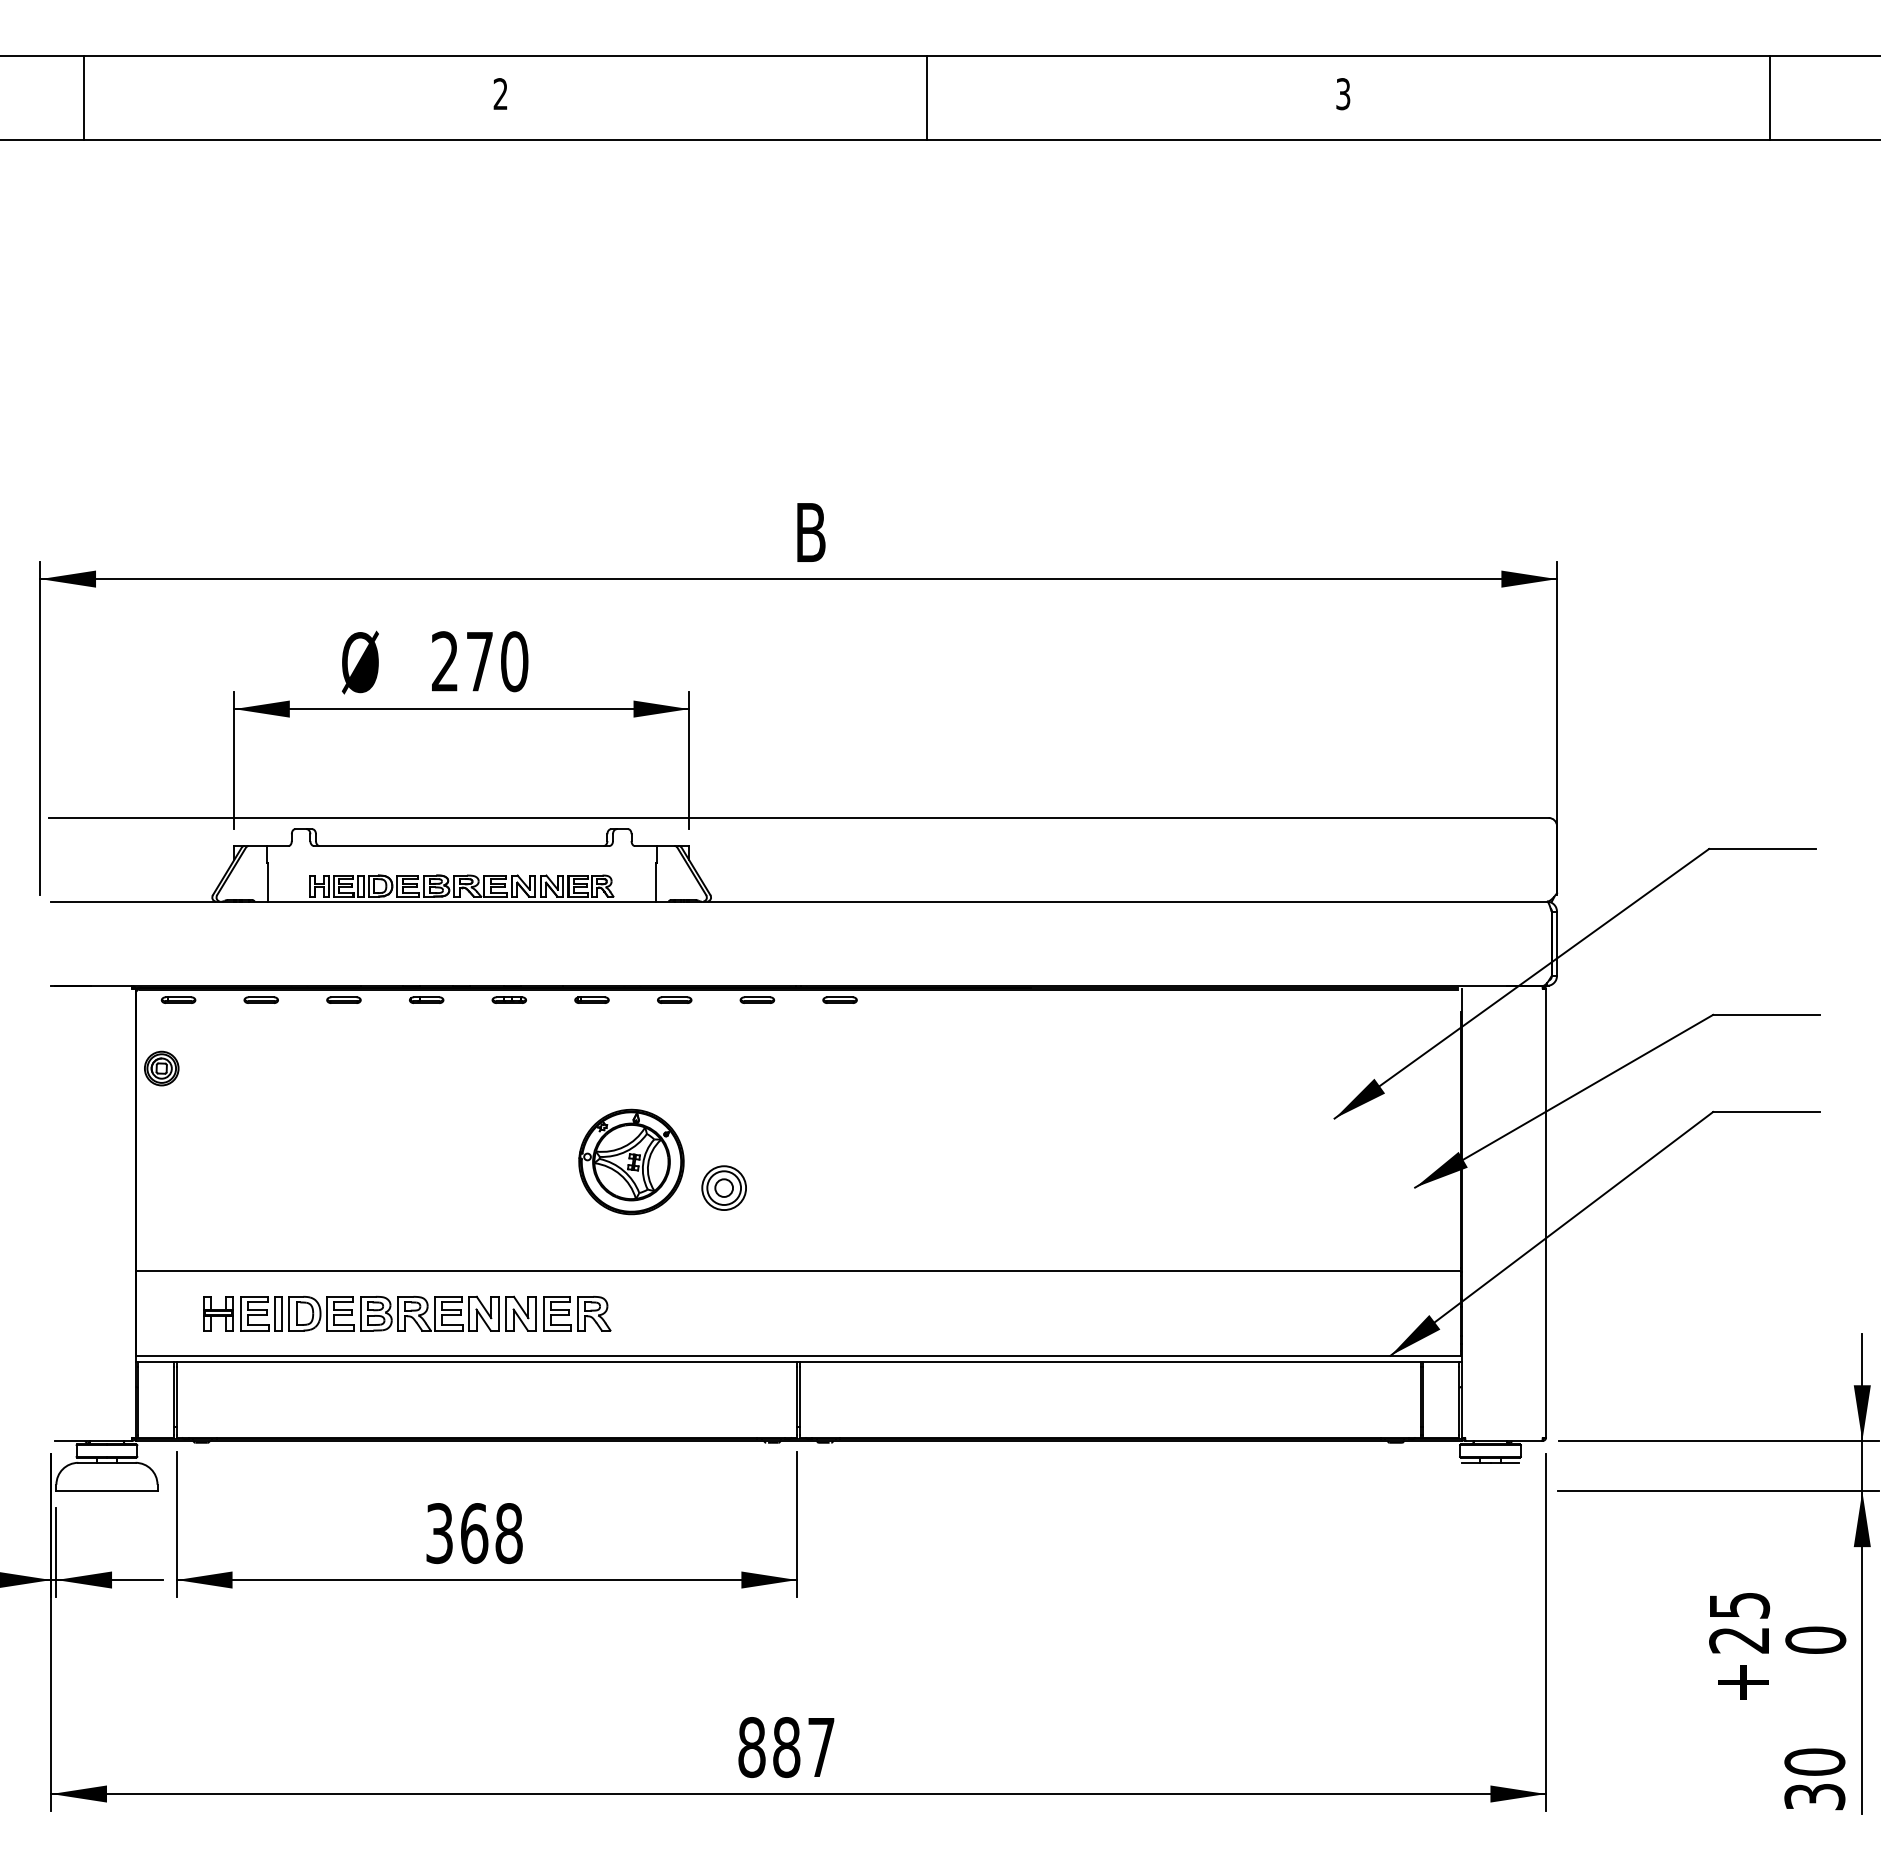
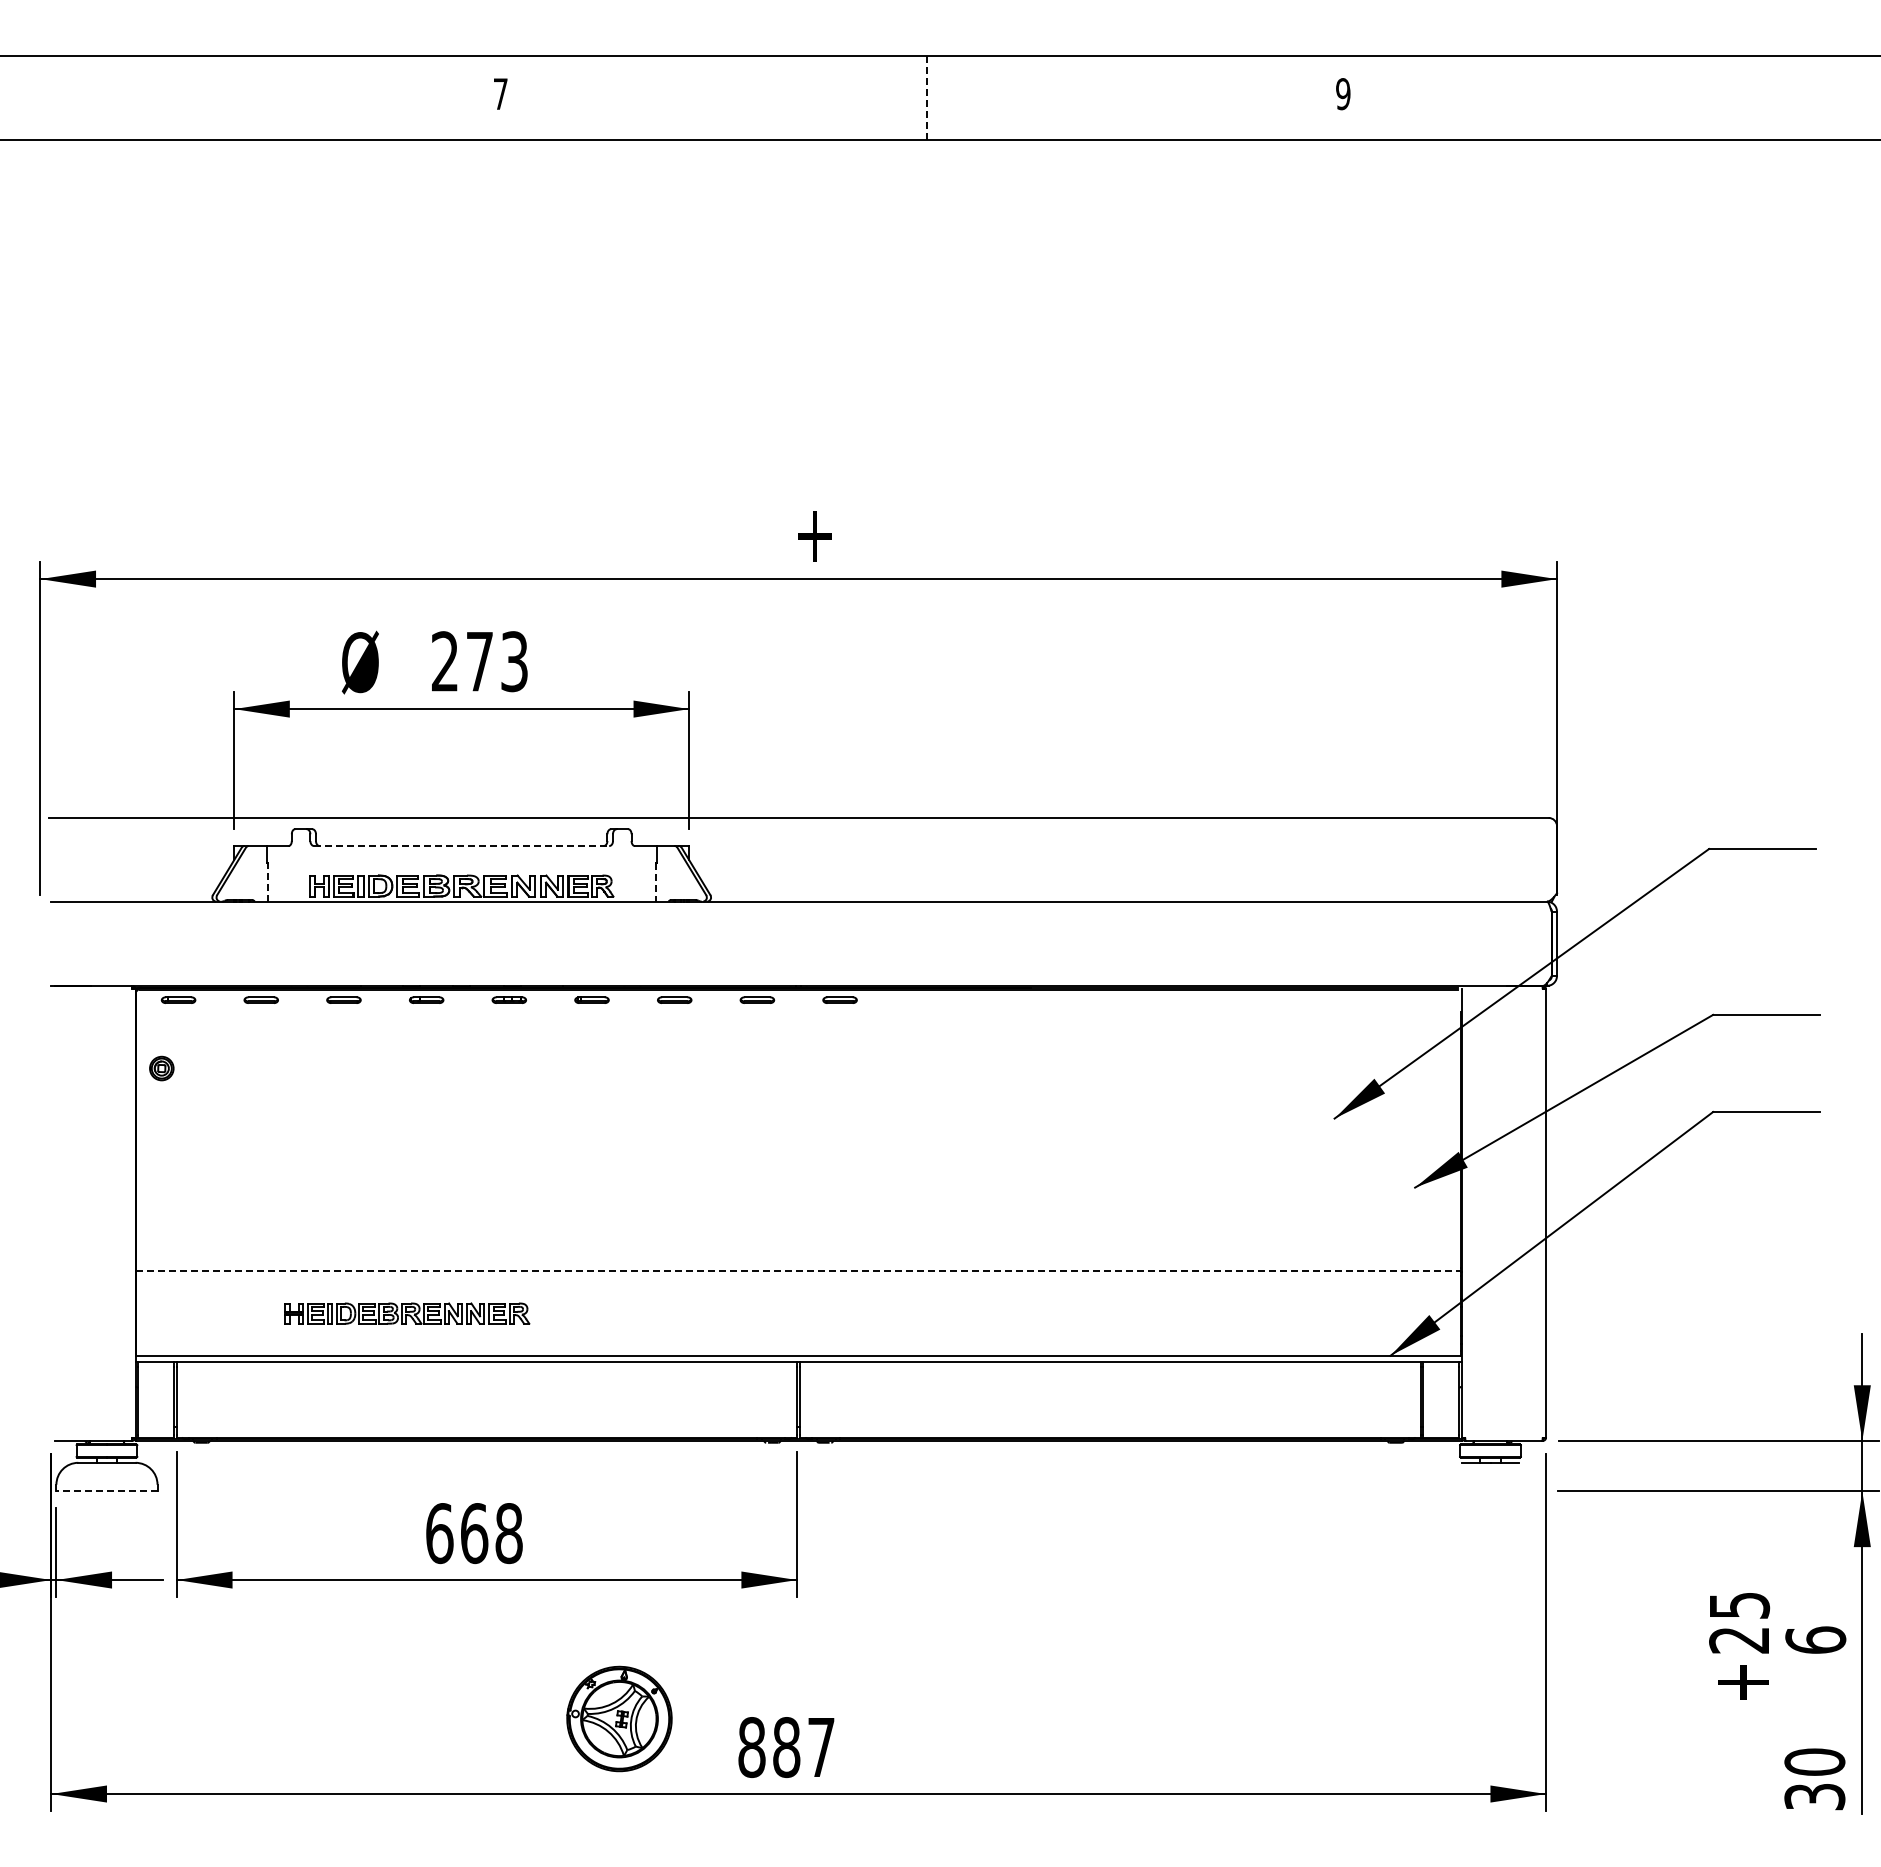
text at (500, 93): 2 -> 7
text at (1343, 94): 3 -> 9
line at (84, 98): present -> none
line at (926, 98): solid -> dashed
line at (1769, 98): present -> none
text at (814, 532): B -> +
text at (514, 661): 270 -> 273
line at (461, 846): solid -> dashed
line at (267, 881): solid -> dashed
line at (655, 882): solid -> dashed
part at (161, 1068) size: 36x37 px -> 26x27 px
part at (631, 1161) position: (631, 1161) -> (619, 1718)
part at (723, 1187): present -> none
line at (799, 1270): solid -> dashed
part at (407, 1313) size: 409x37 px -> 247x23 px
line at (106, 1491): solid -> dashed
text at (439, 1533): 368 -> 668
text at (1815, 1639): 0 -> 6
